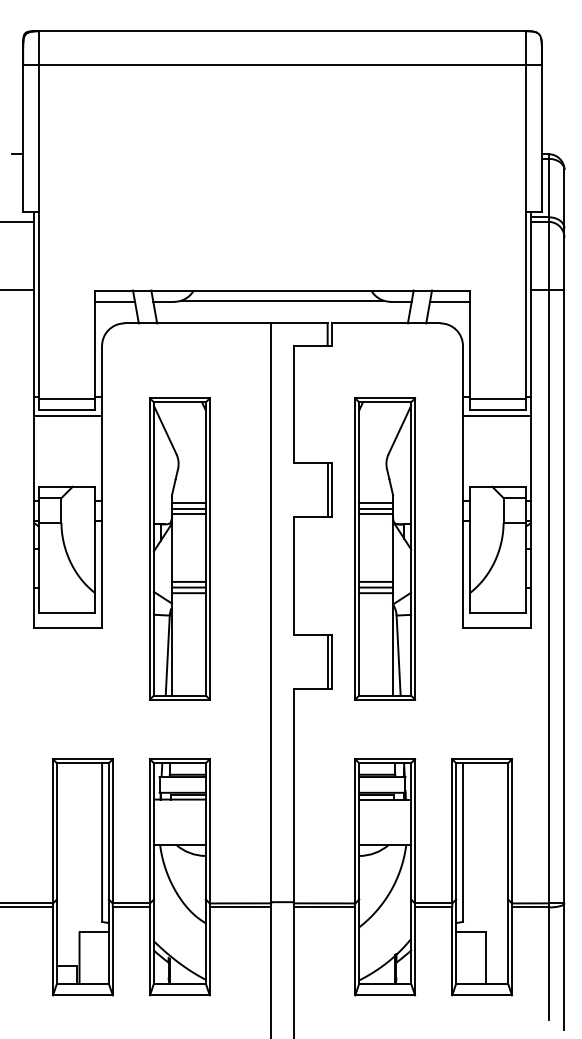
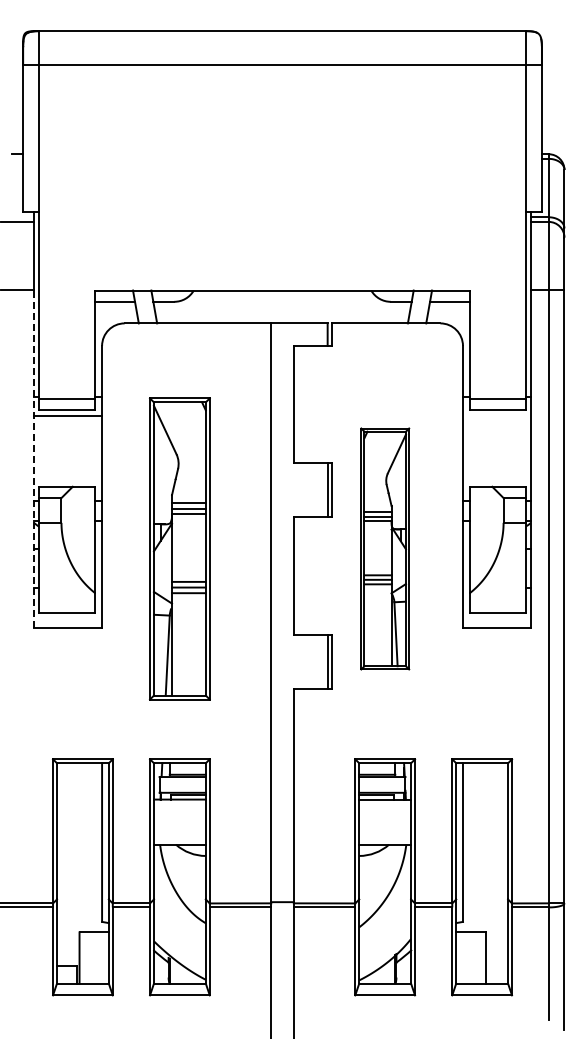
line at (282, 300): present -> none
line at (496, 416): present -> none
line at (34, 458): solid -> dashed
part at (385, 548) size: 63x304 px -> 51x244 px
